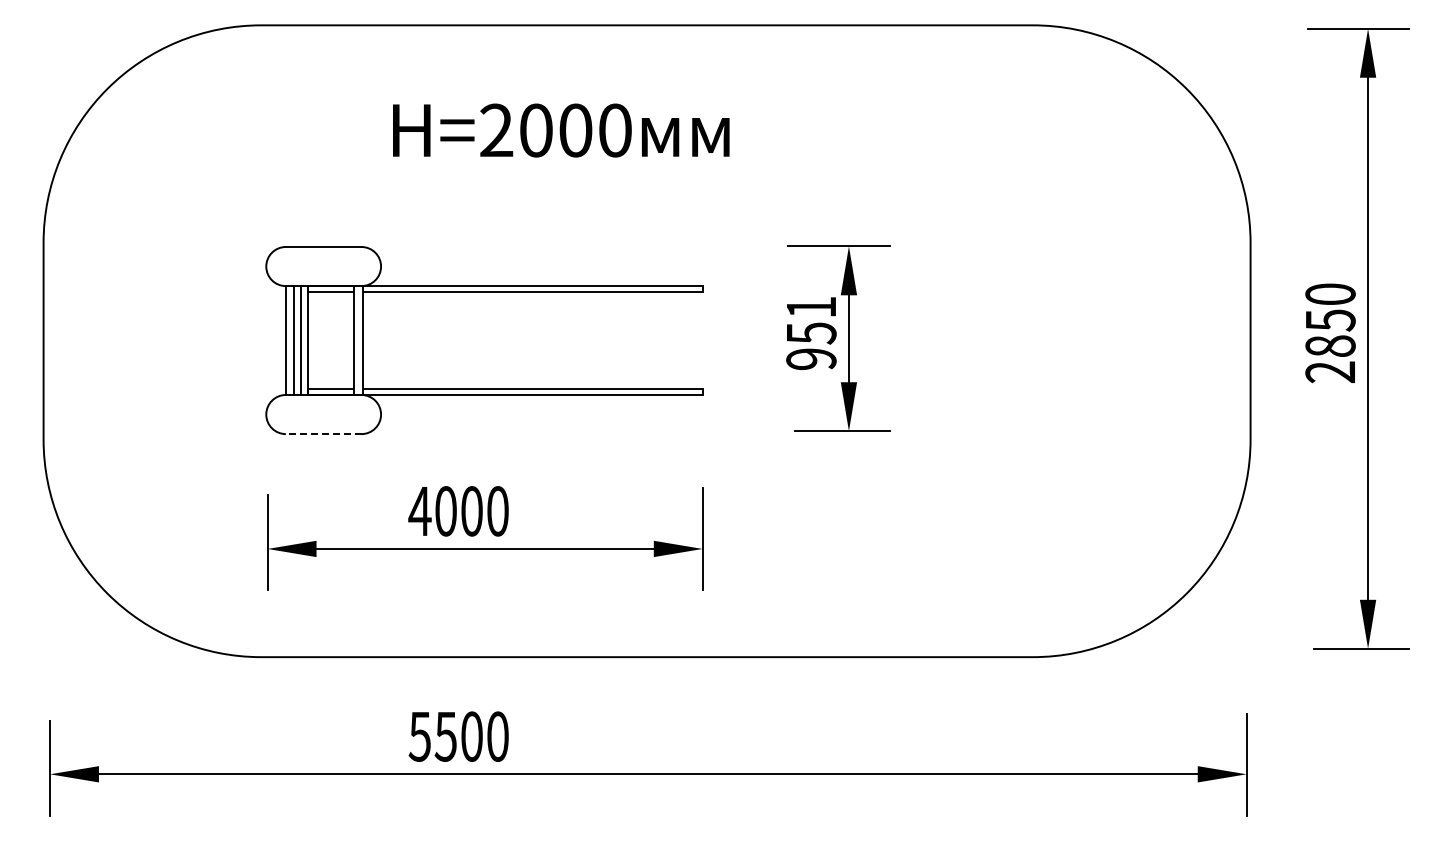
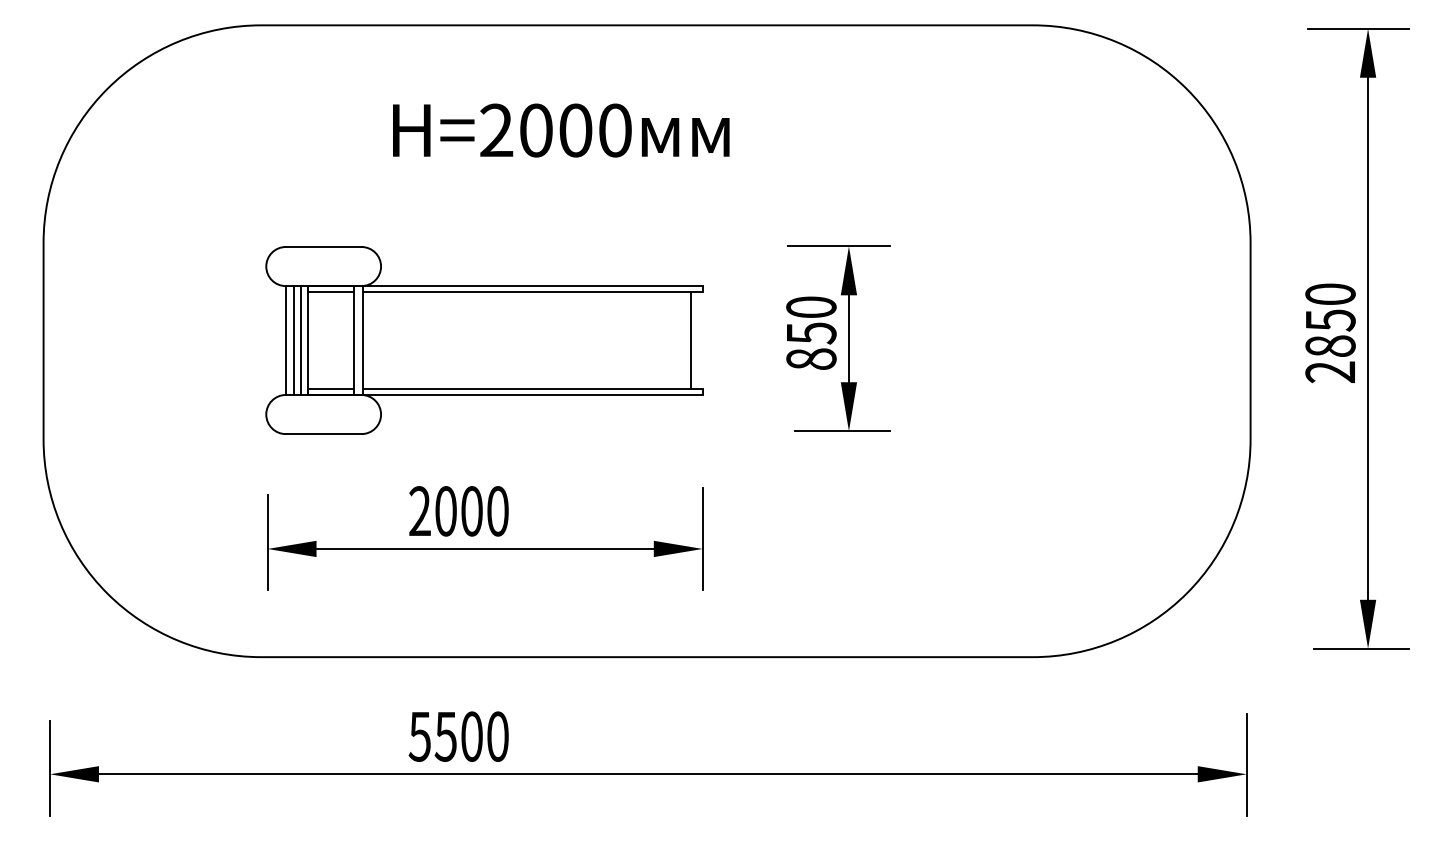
text at (811, 332): 951 -> 850
line at (691, 340): none -> present
line at (323, 434): dashed -> solid
text at (419, 510): 4000 -> 2000
